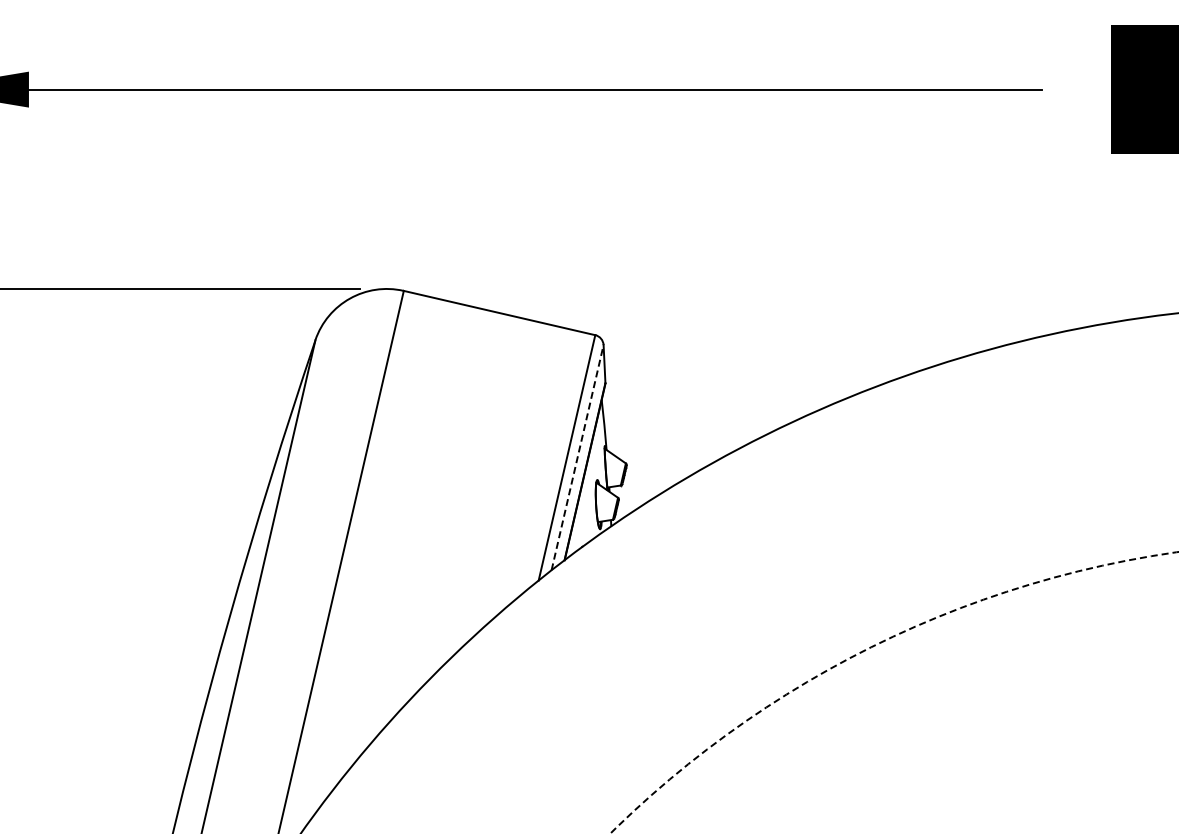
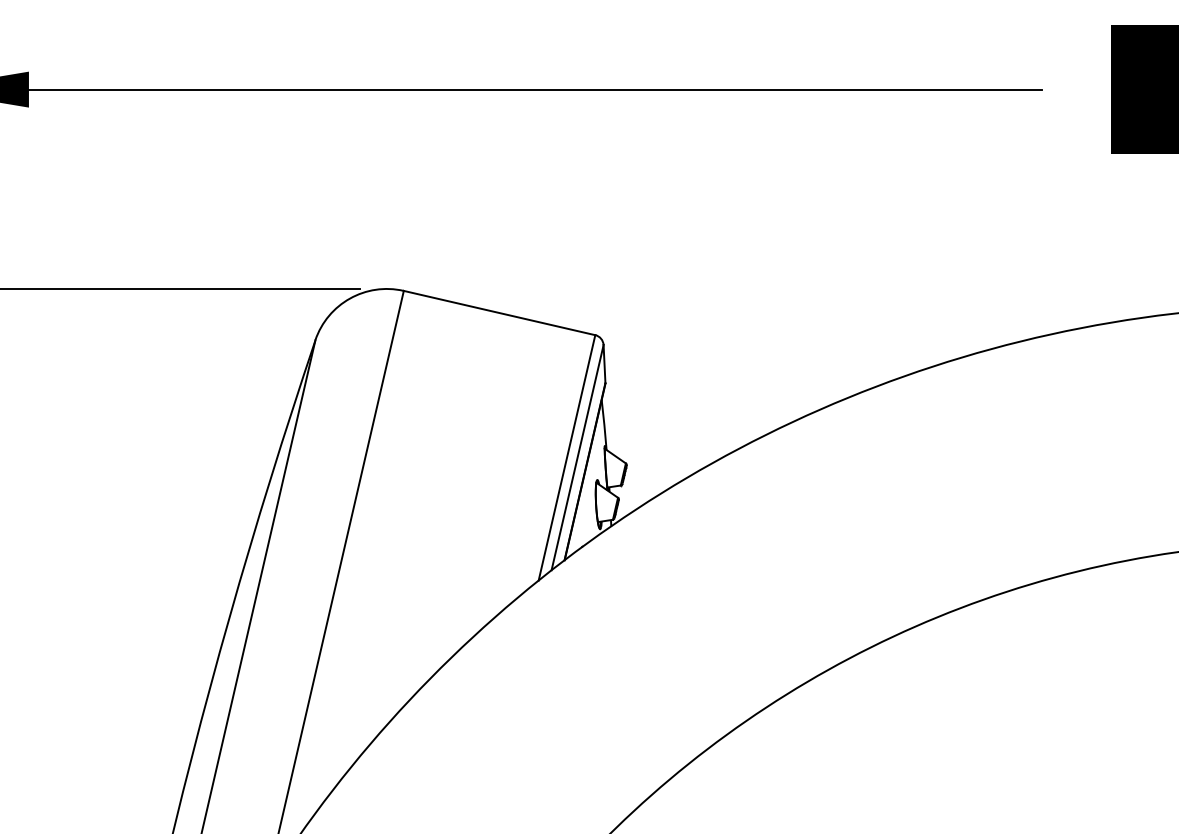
line at (577, 457): dashed -> solid
arc at (869, 648): dashed -> solid
